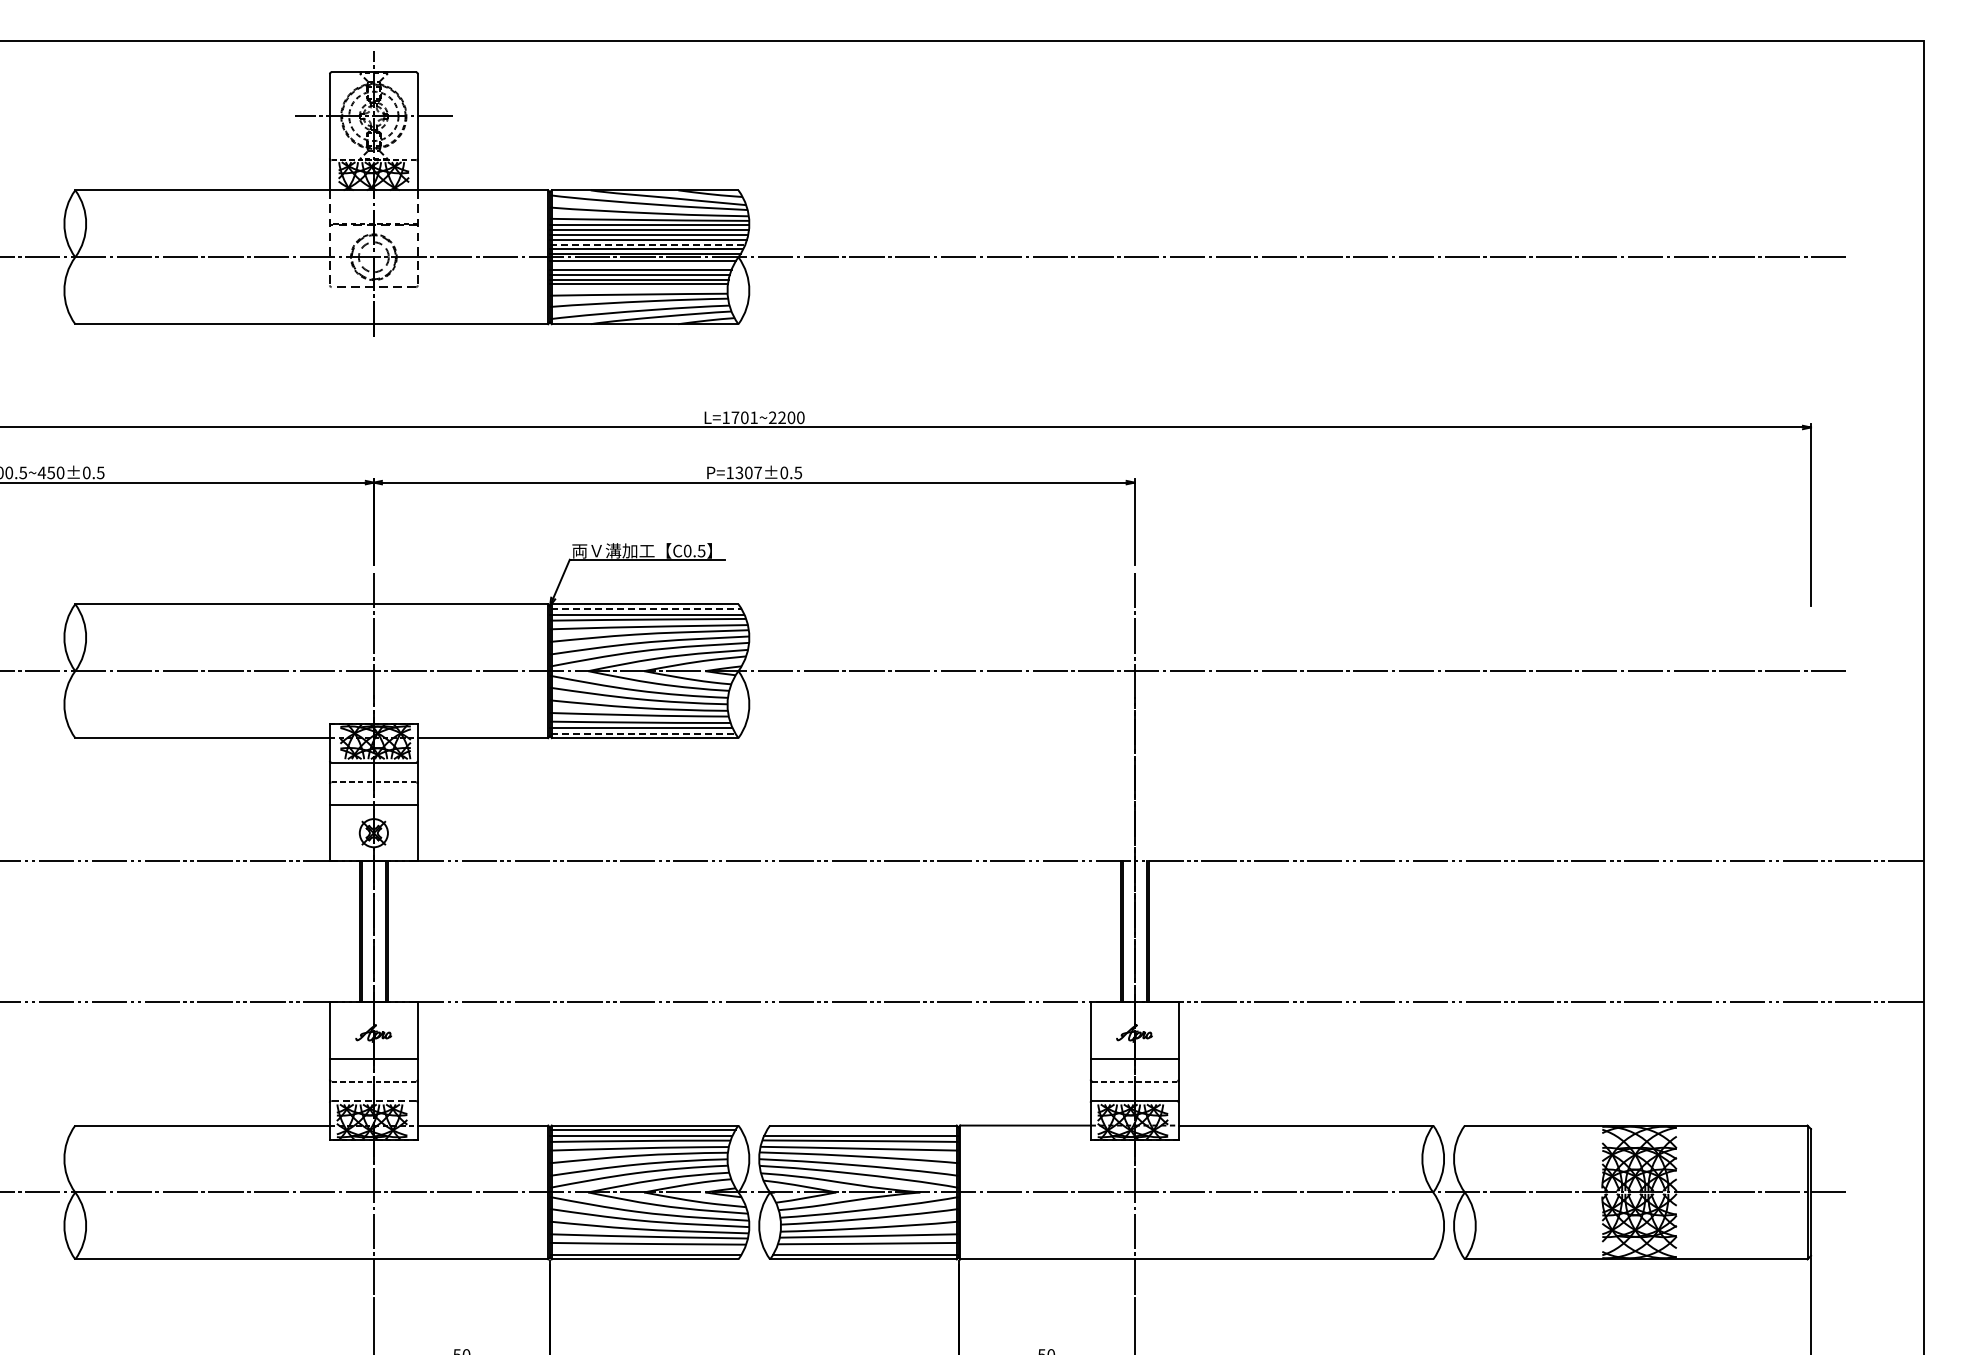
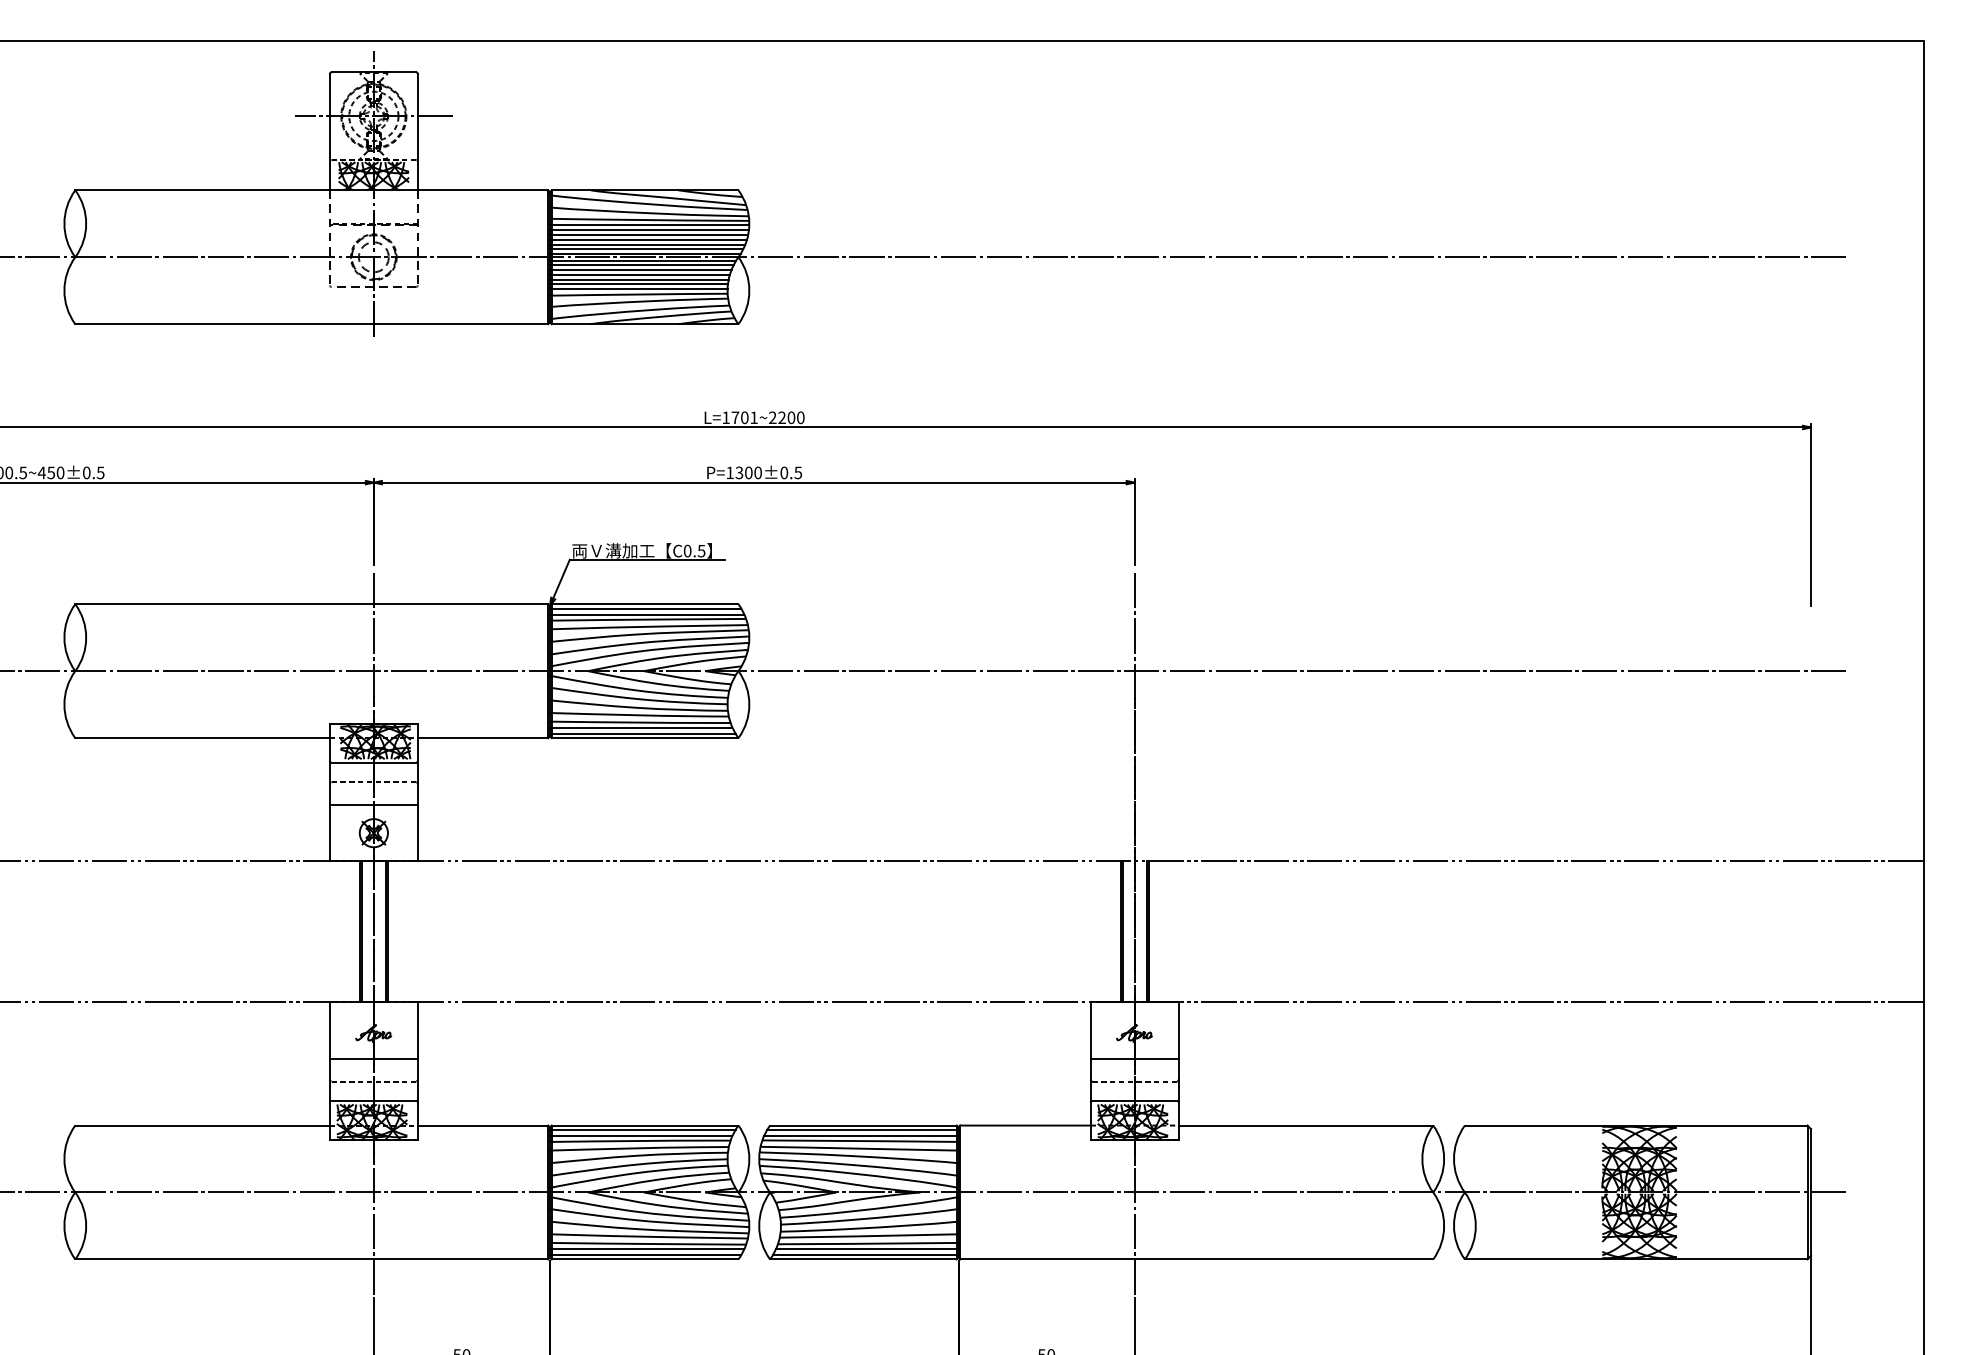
line at (647, 244): dashed -> solid
line at (641, 265): none -> present
line at (638, 289): none -> present
text at (757, 472): P=1307±0.5 -> P=1300±0.5
line at (646, 608): dashed -> solid
line at (643, 733): dashed -> solid
line at (373, 1100): dashed -> solid
line at (862, 1129): none -> present
line at (647, 1248): none -> present
line at (867, 1248): none -> present
